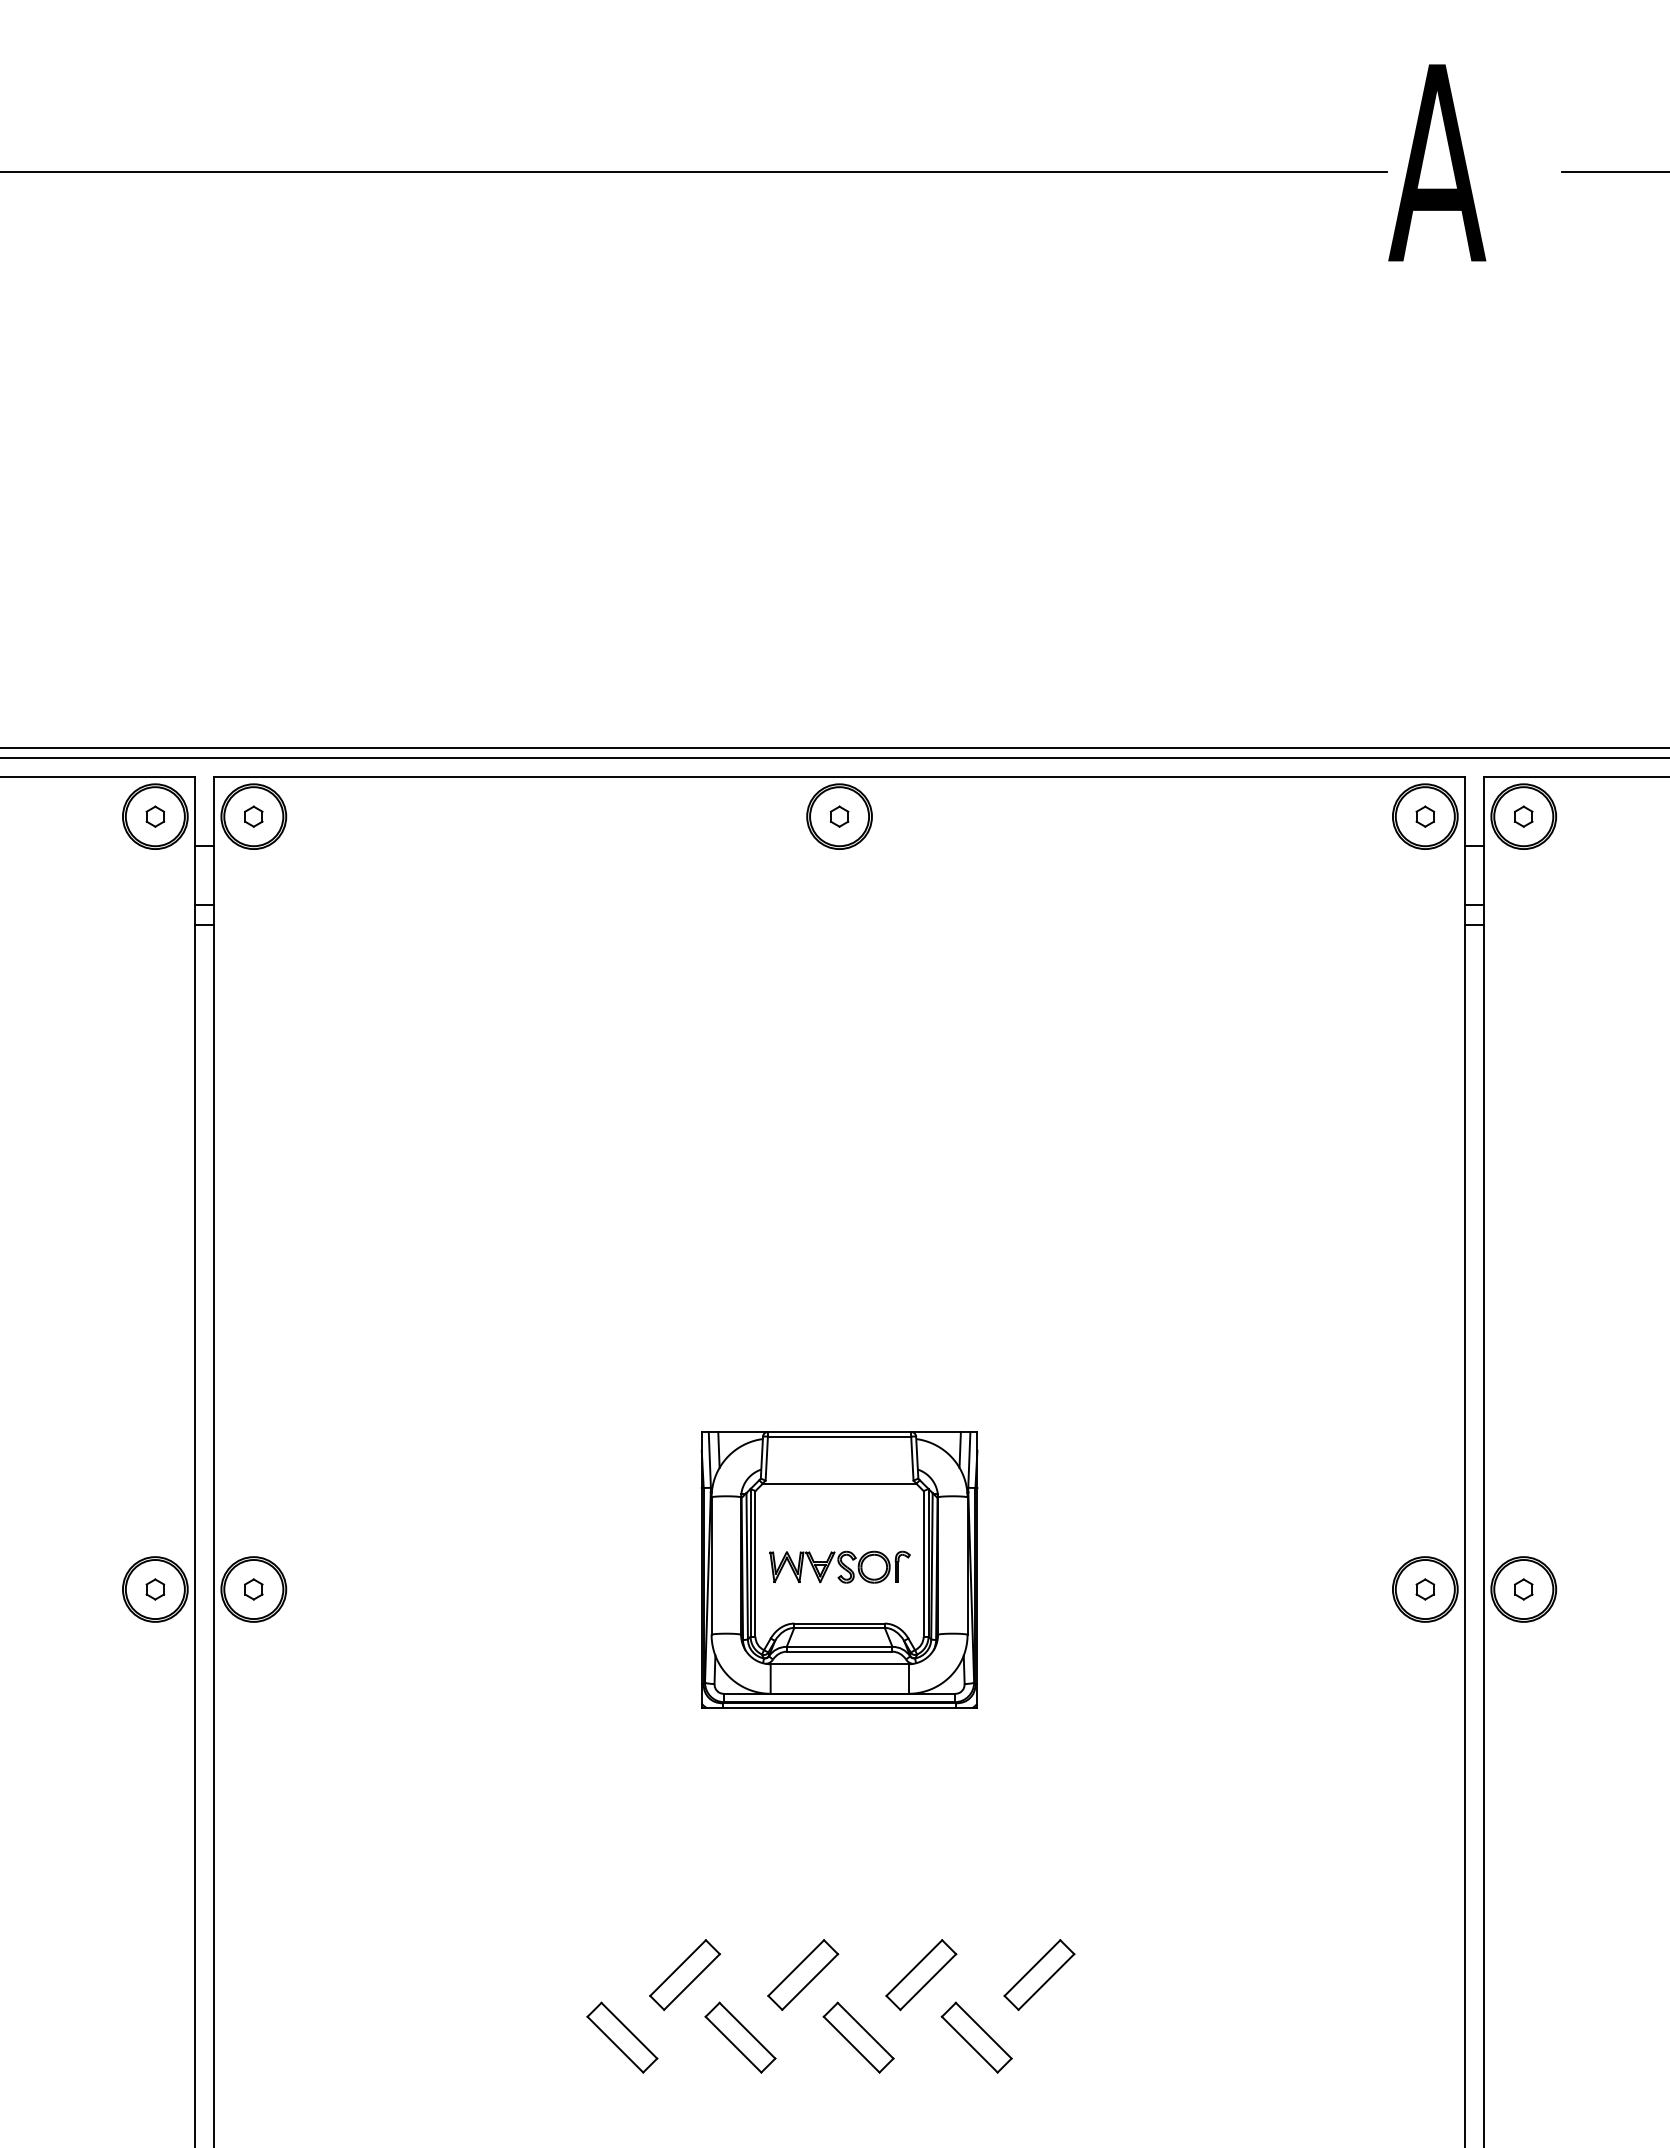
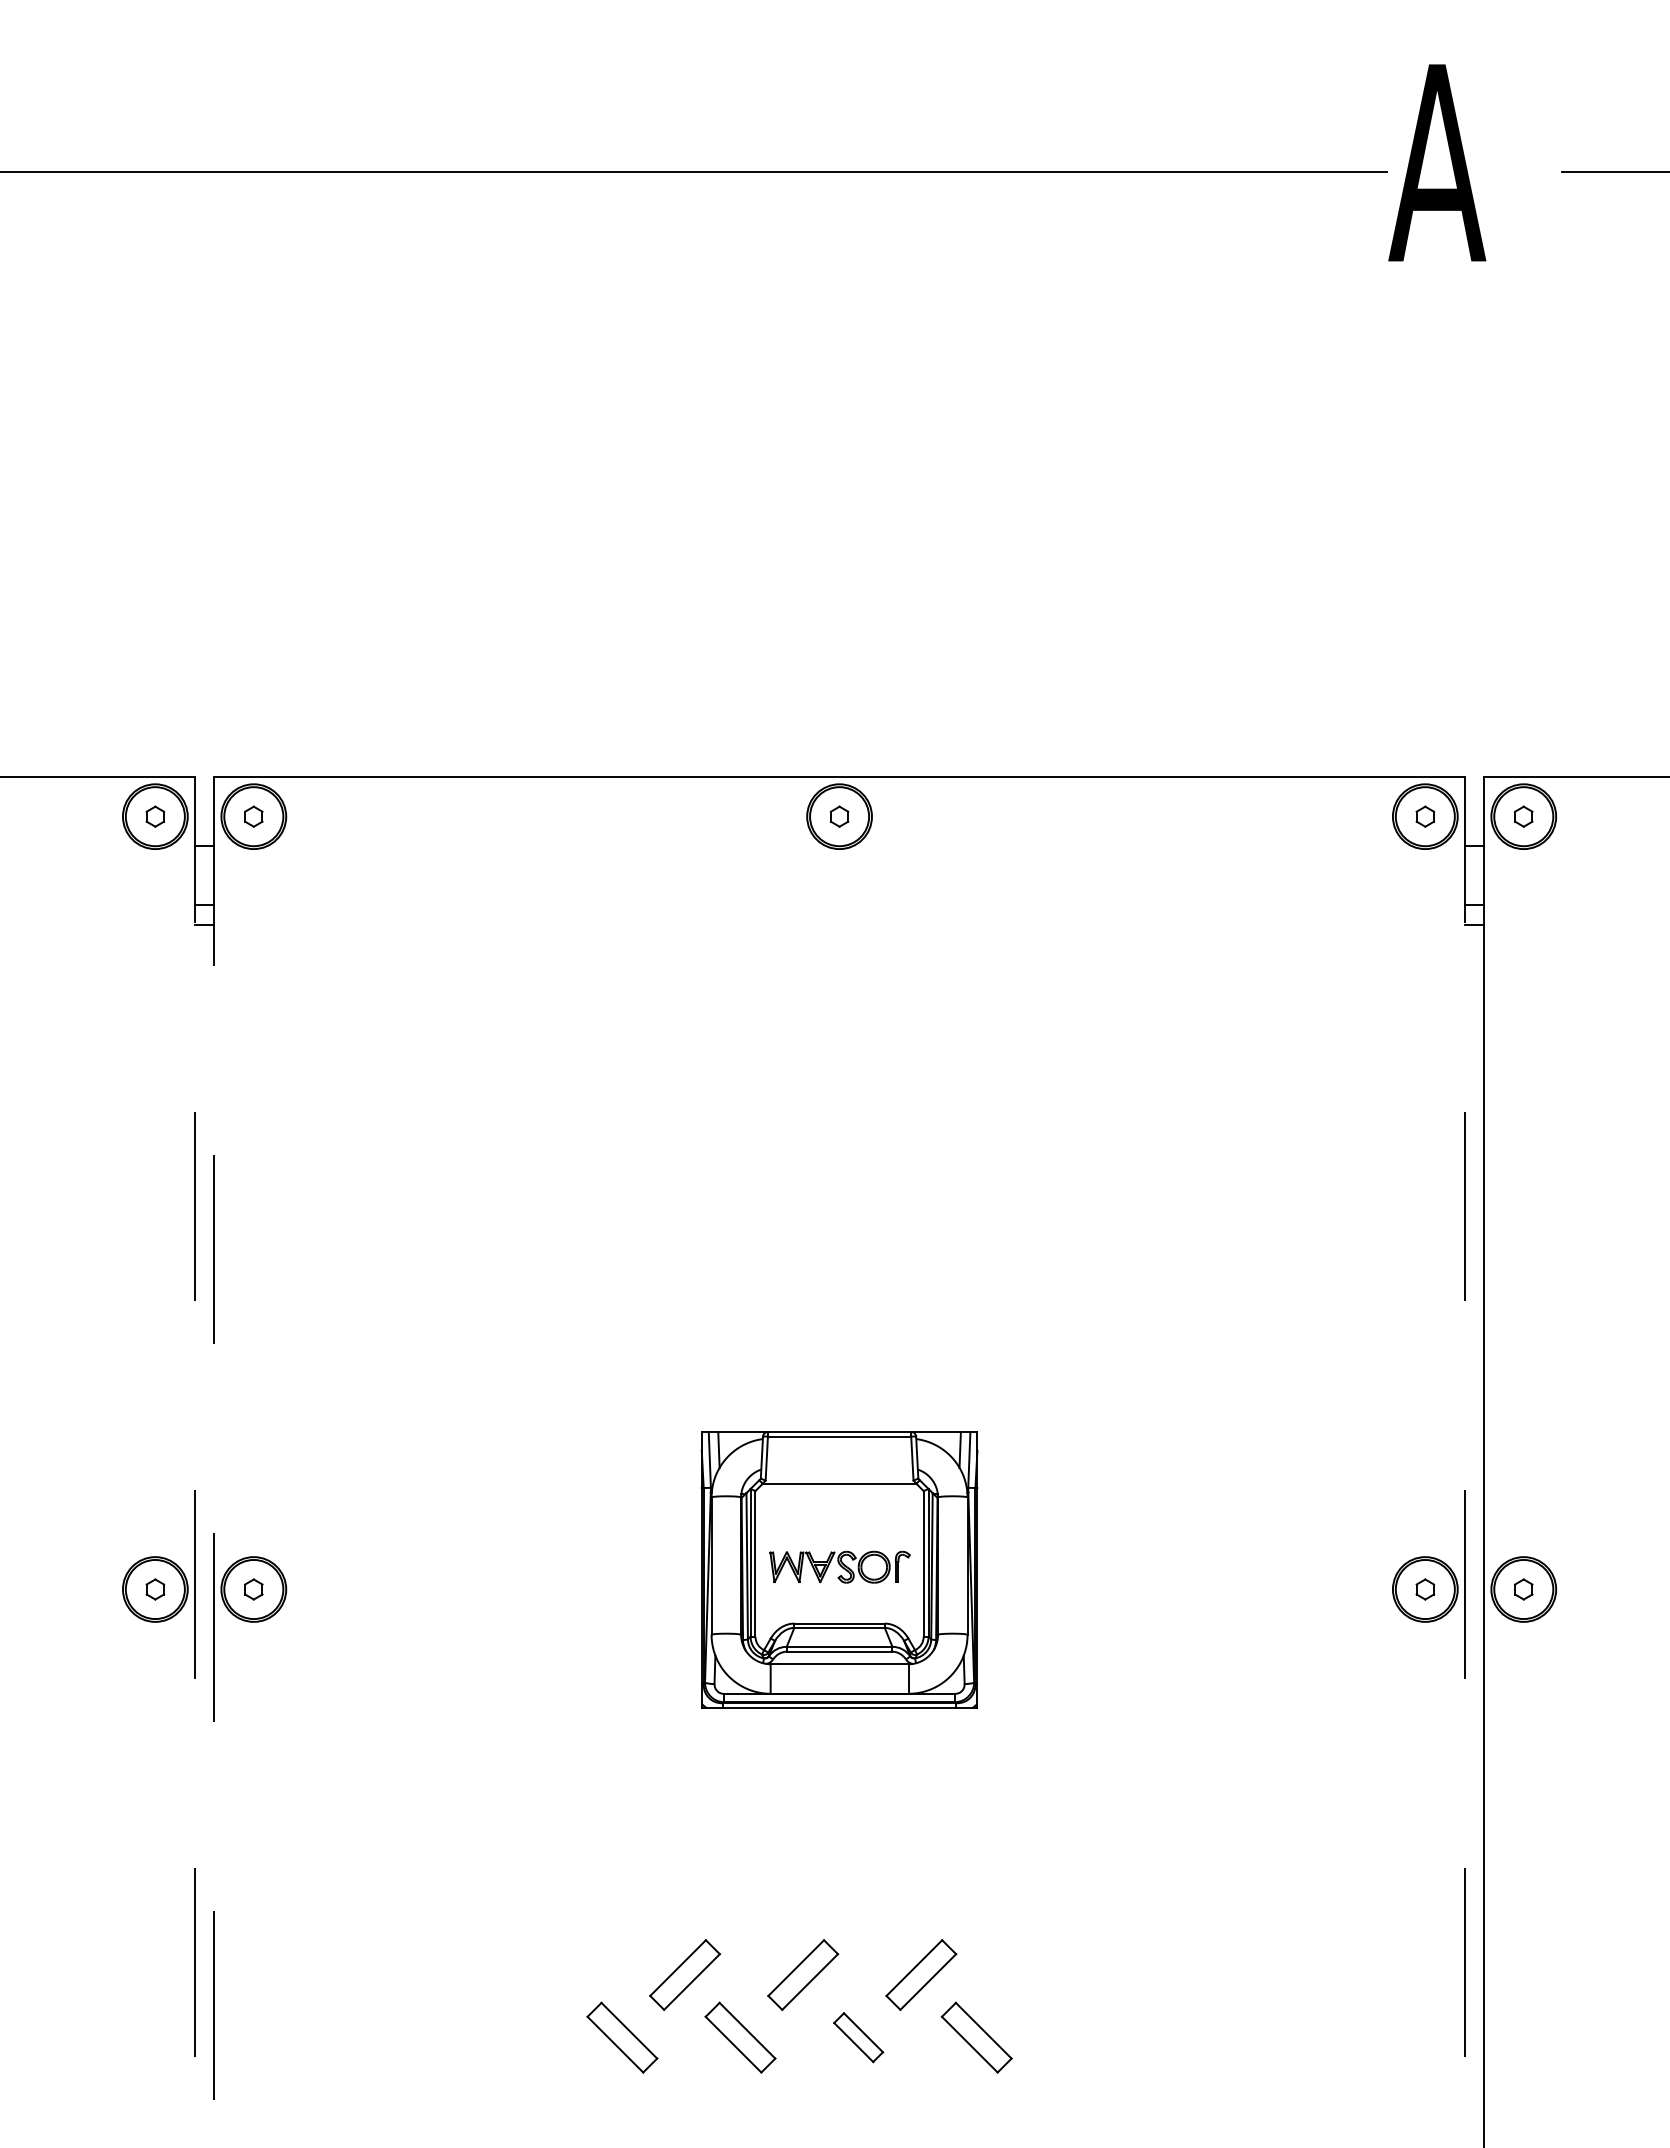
line at (834, 747): present -> none
line at (834, 757): present -> none
line at (194, 1462): solid -> dashed
line at (214, 1462): solid -> dashed
line at (1464, 1462): solid -> dashed
part at (1039, 1974): present -> none
part at (858, 2037) size: 73x73 px -> 52x52 px
